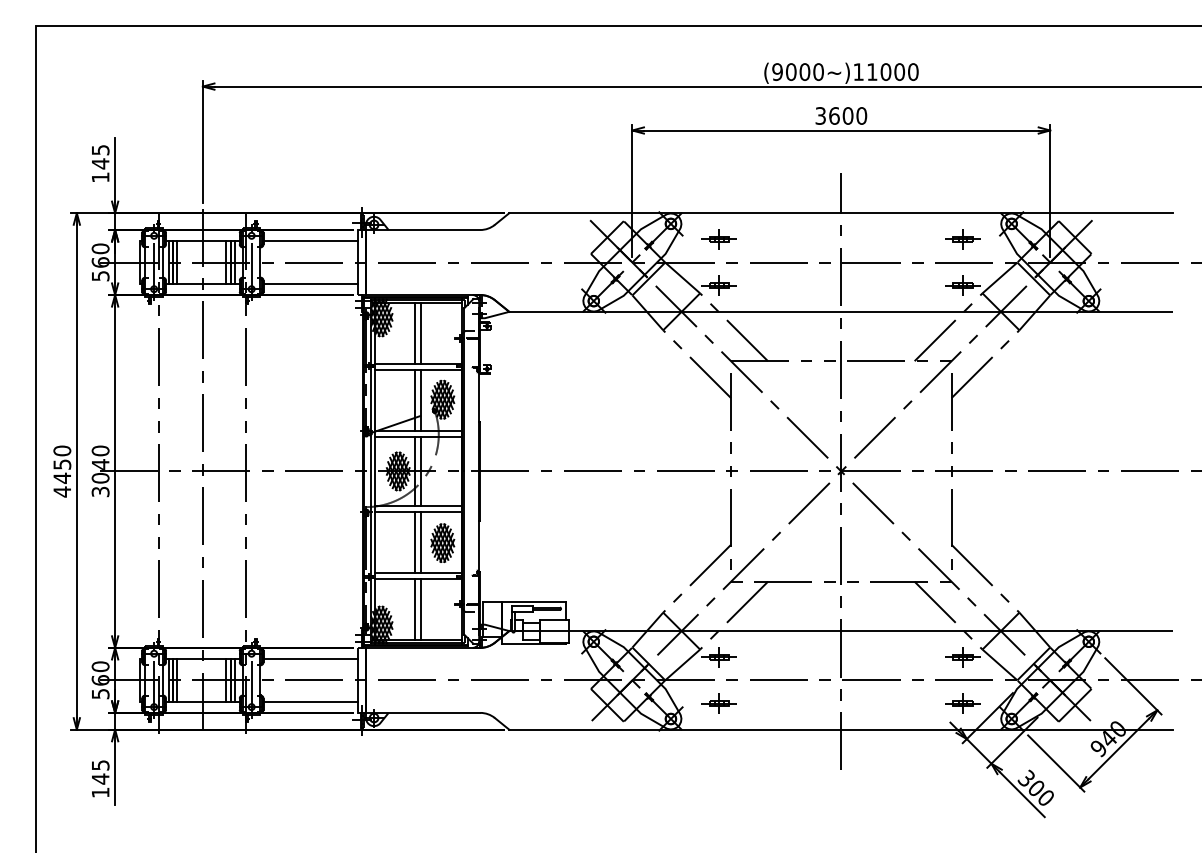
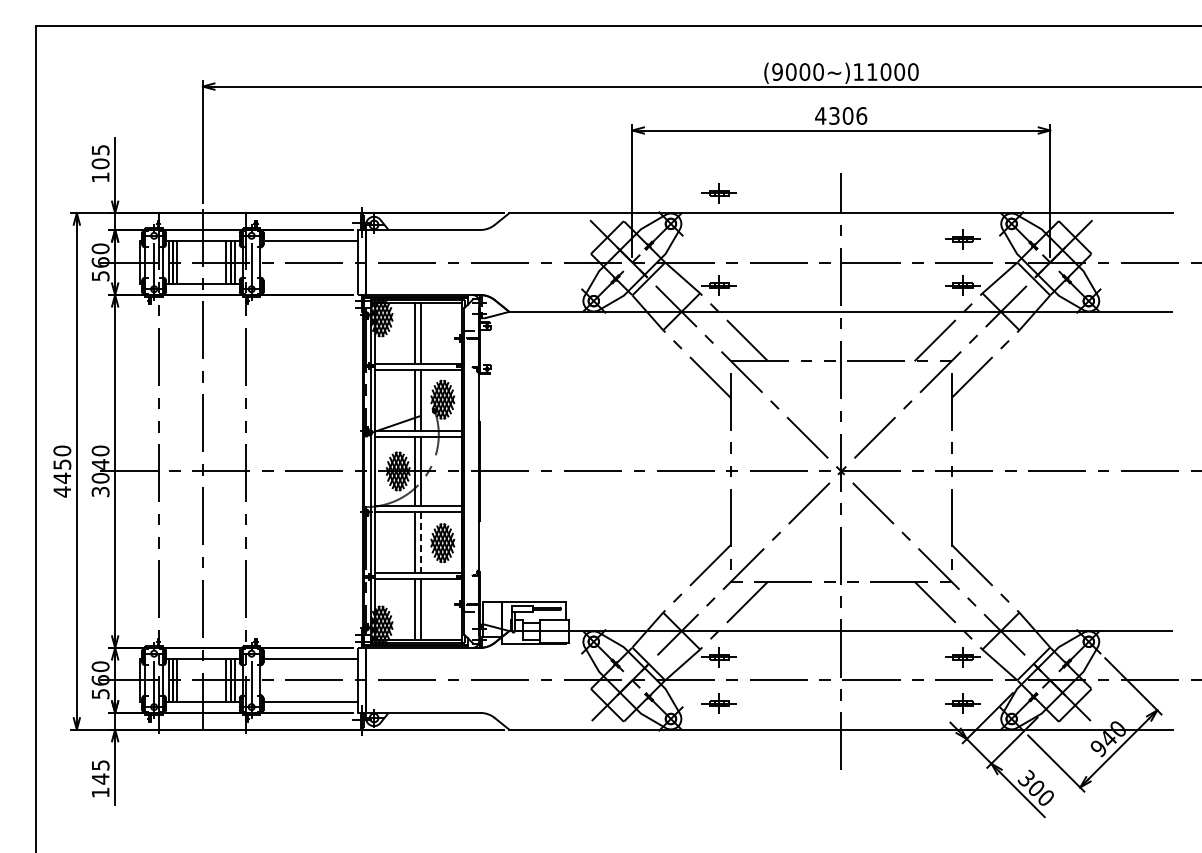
text at (841, 115): 3600 -> 4306
text at (100, 163): 145 -> 105
part at (718, 239) position: (718, 239) -> (718, 193)
line at (310, 284): present -> none
line at (421, 543): solid -> dashed
